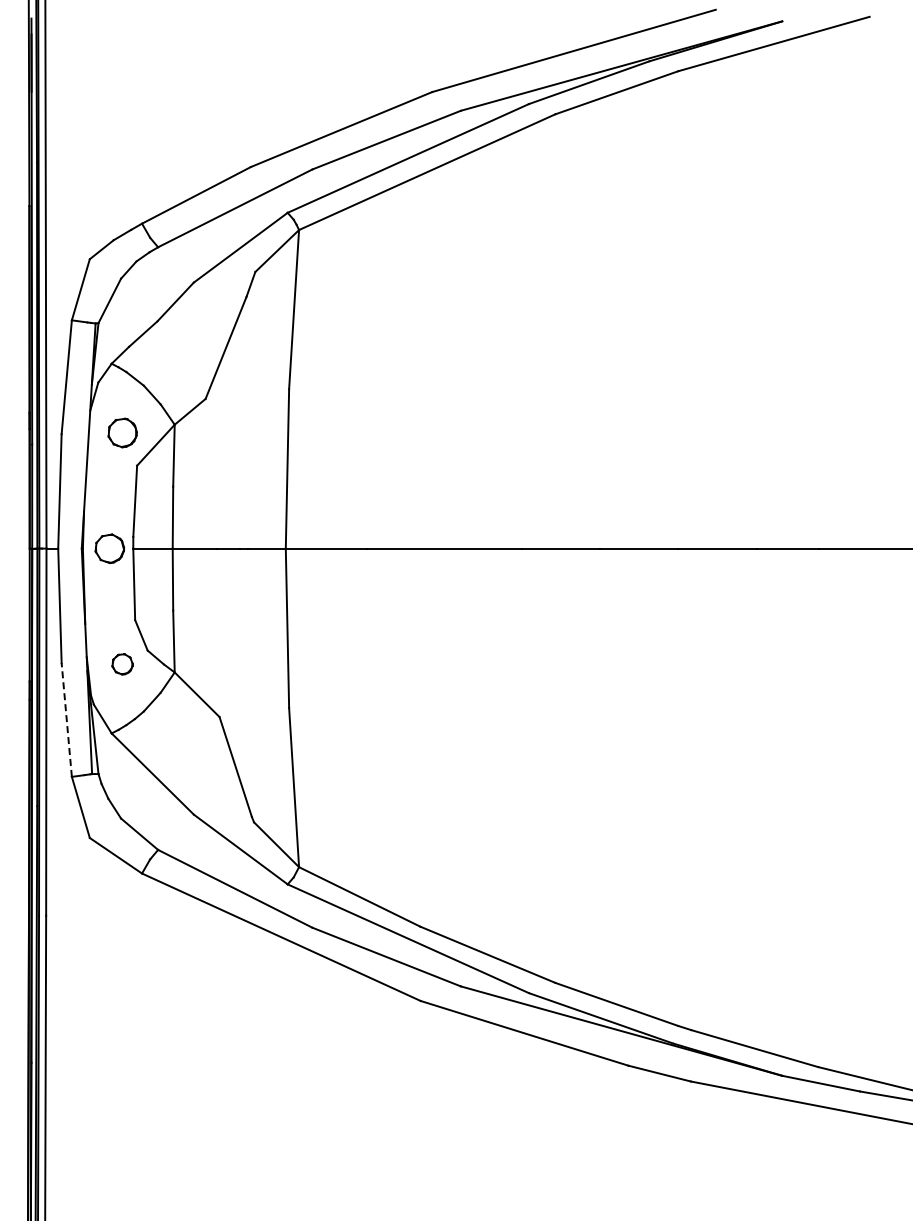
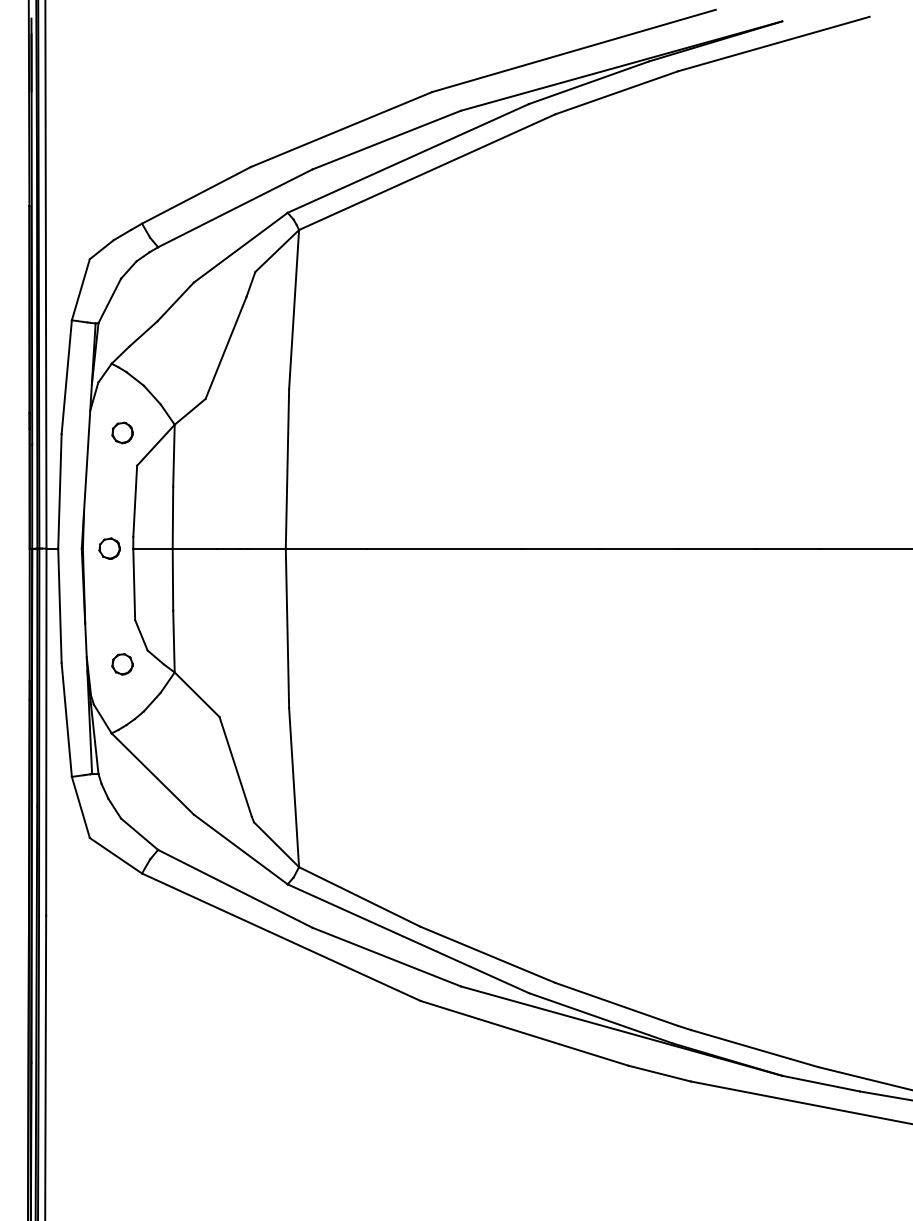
part at (122, 432) size: 31x32 px -> 23x24 px
part at (109, 548) size: 32x31 px -> 23x23 px
line at (66, 719): dashed -> solid
